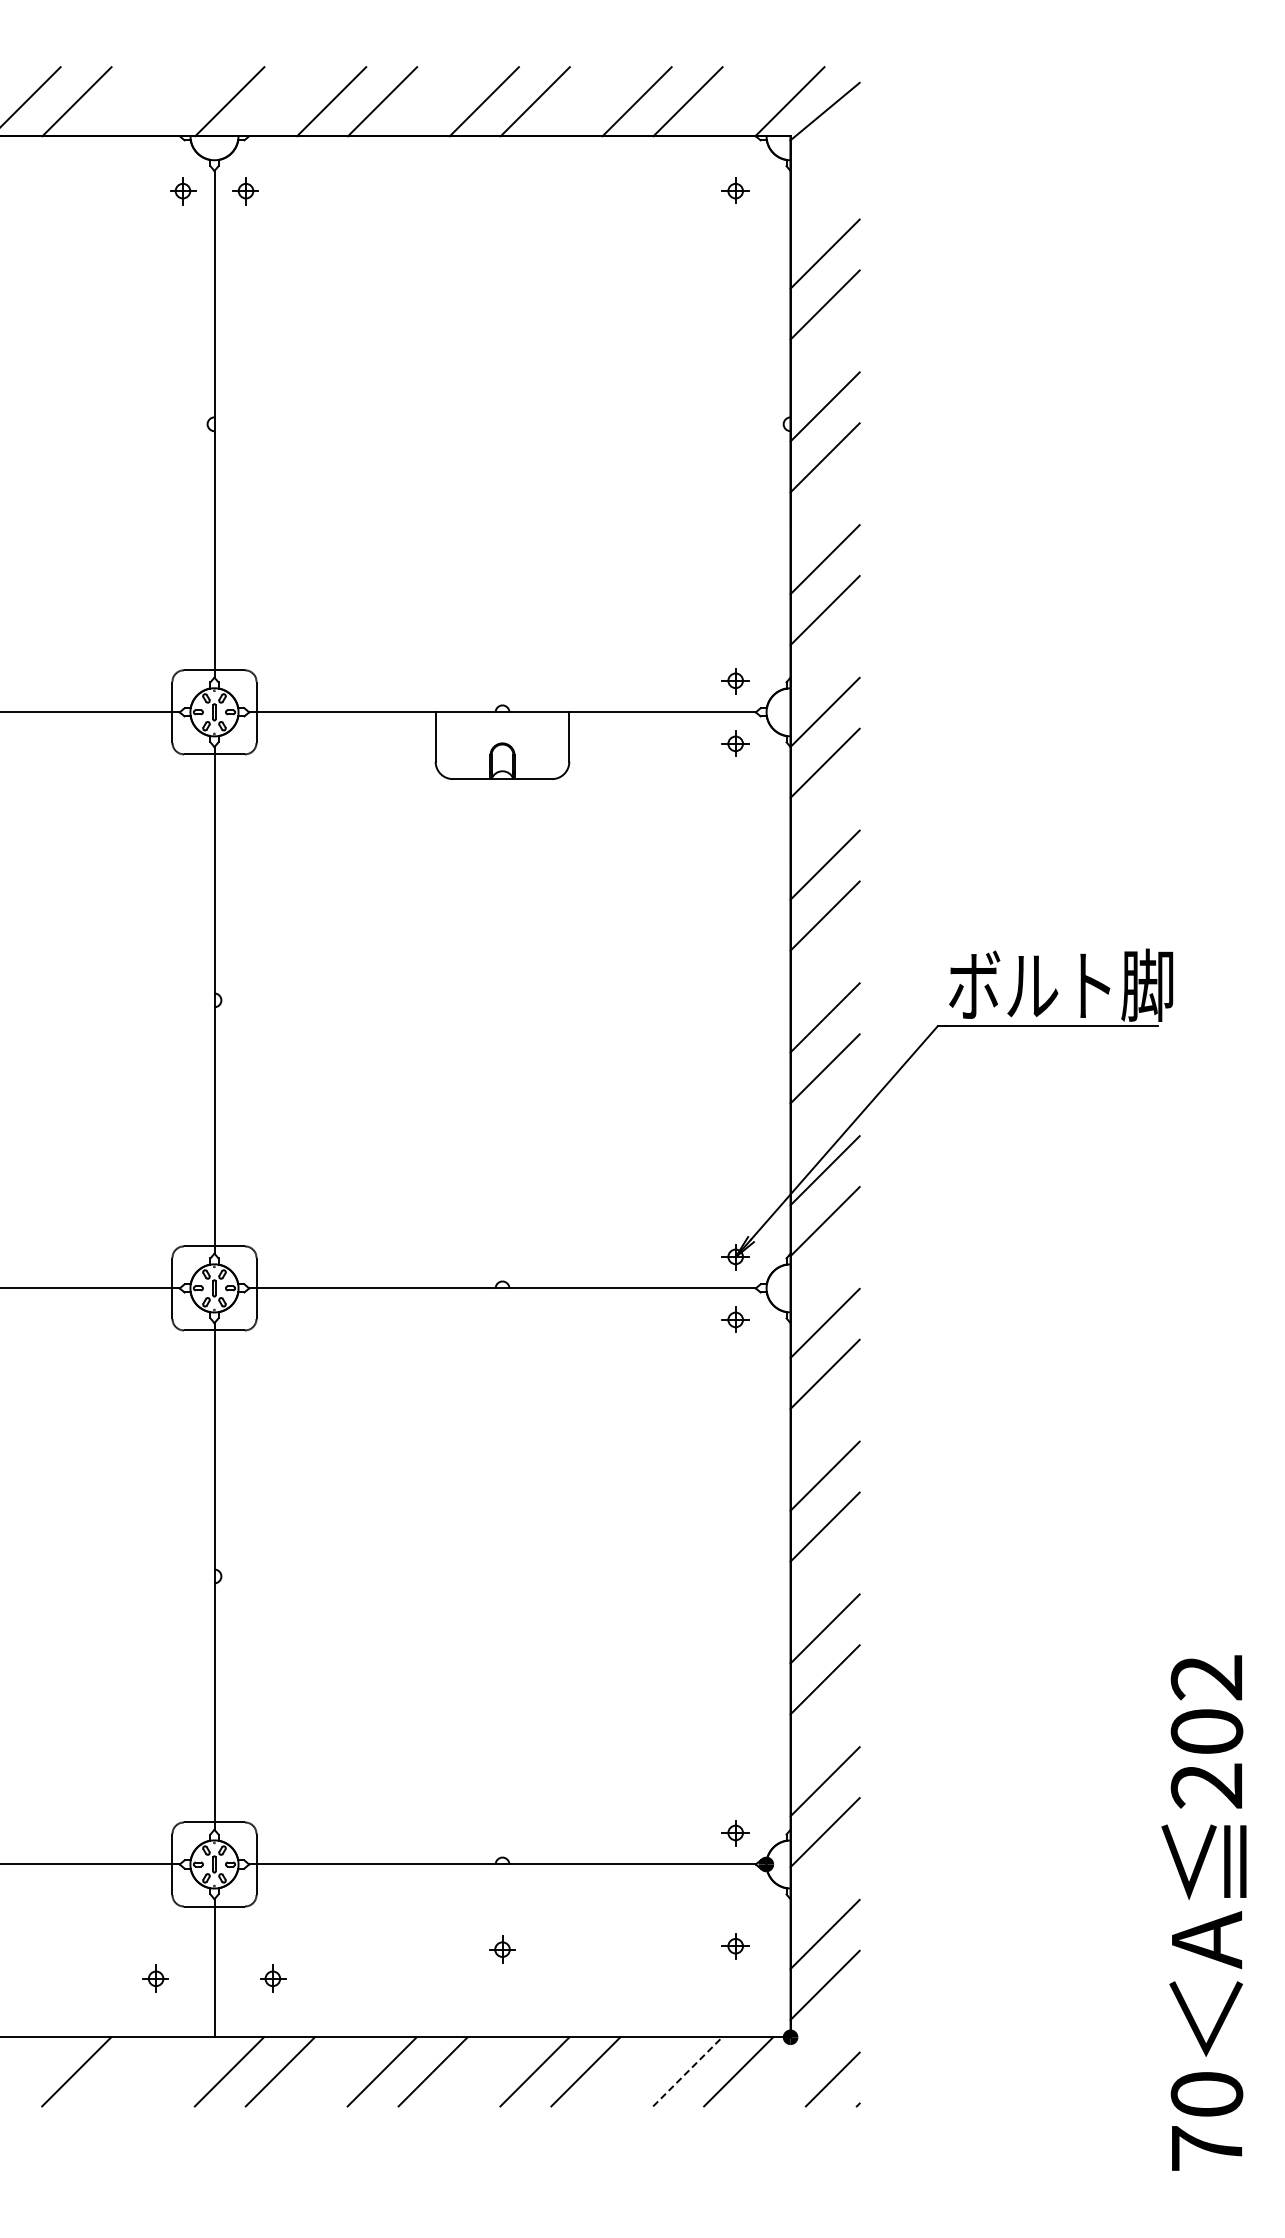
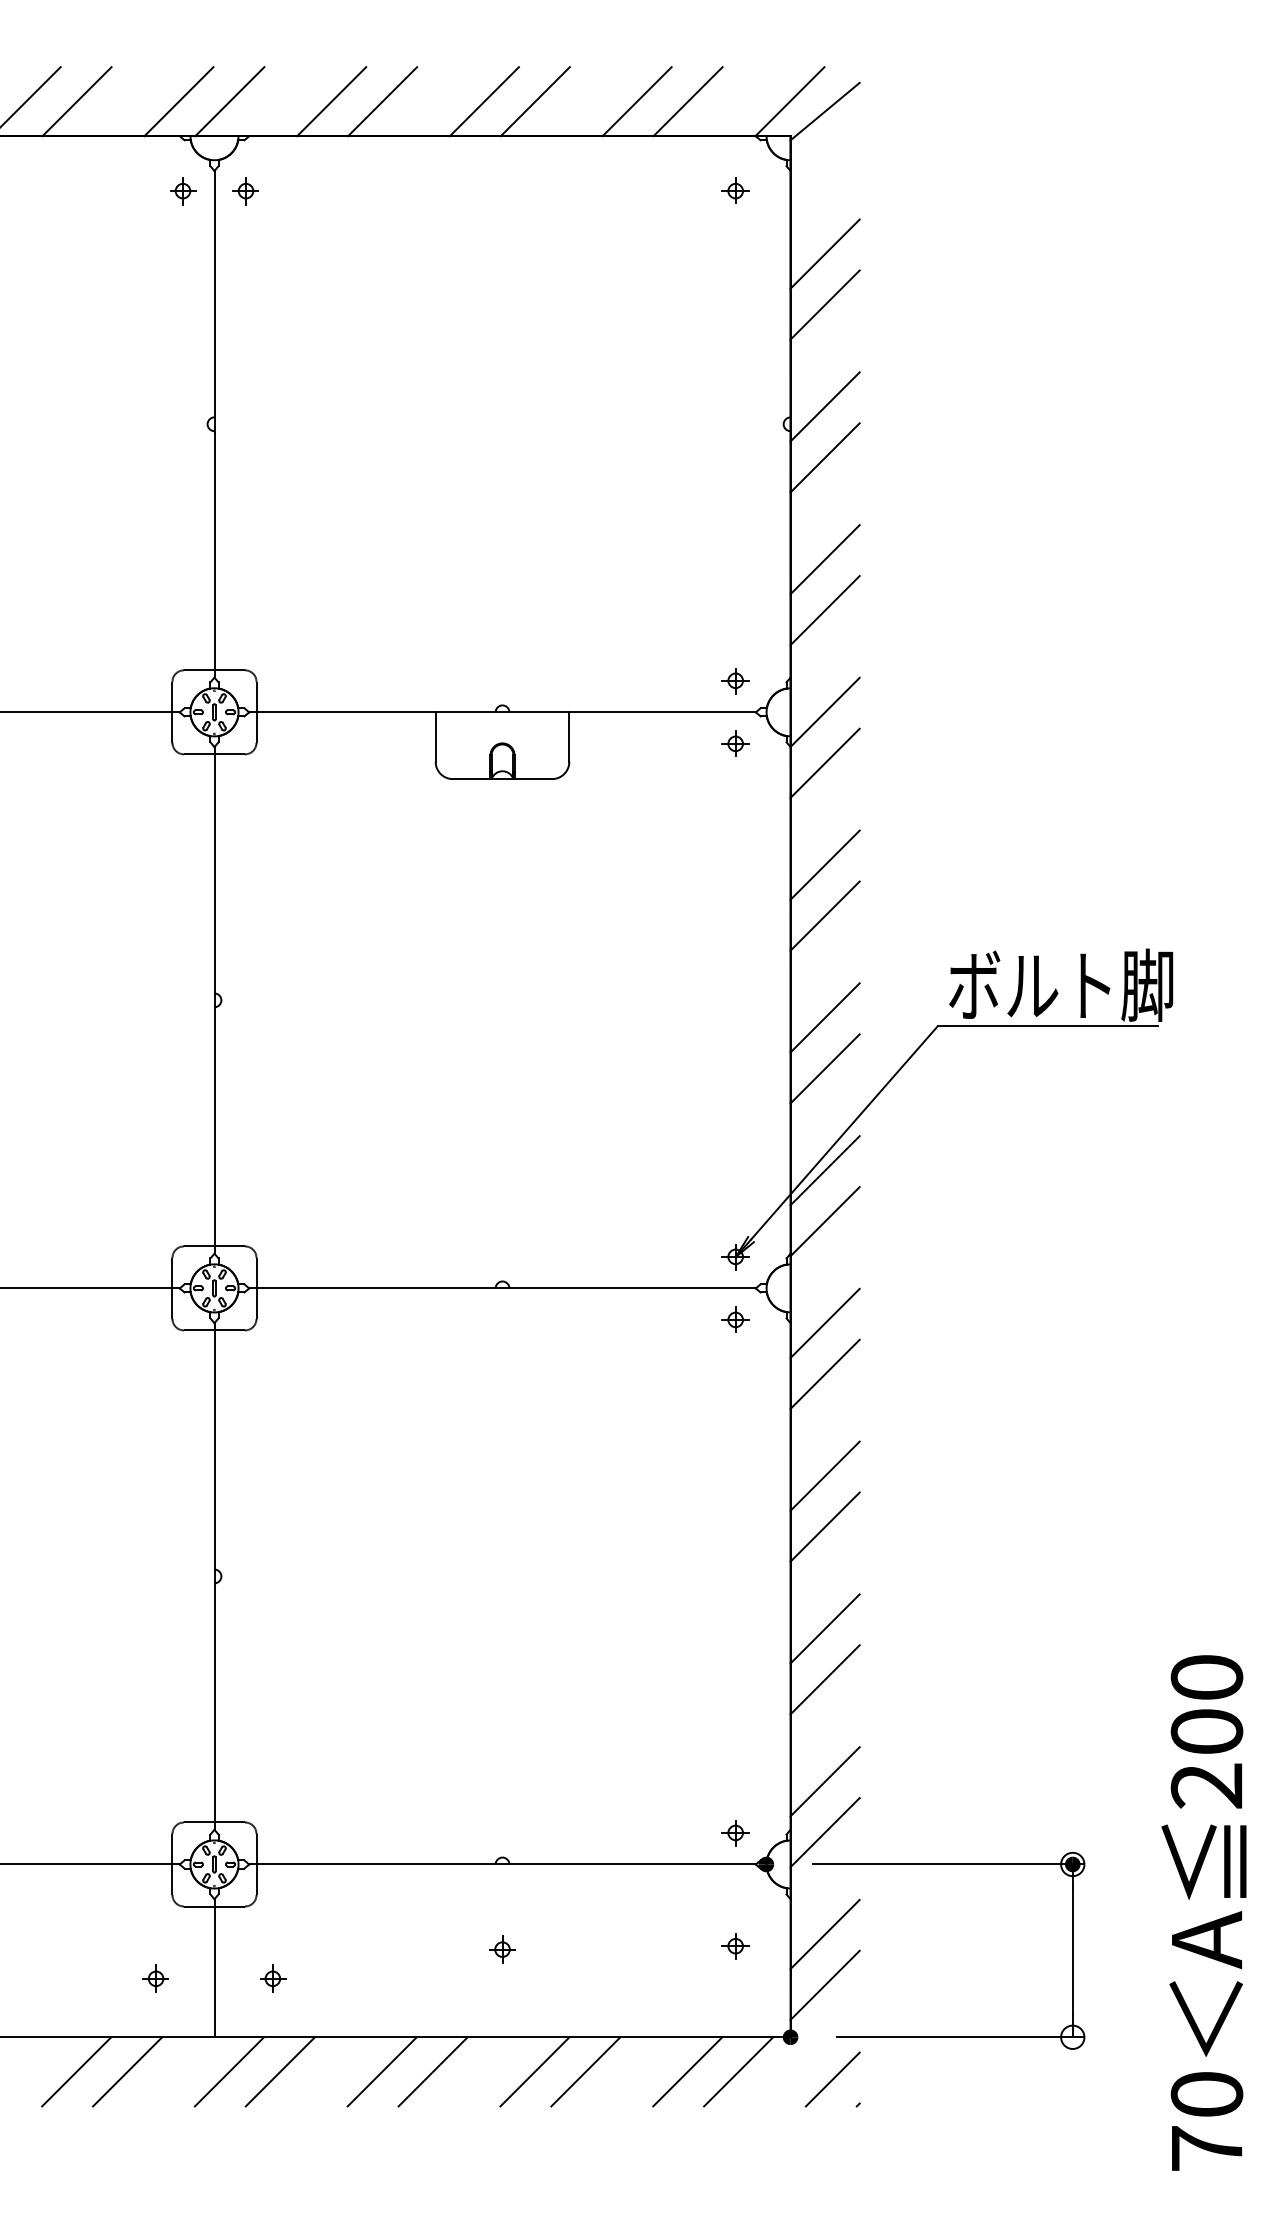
line at (178, 101): none -> present
text at (1206, 1677): 202 -> 200
part at (948, 1864): none -> present
line at (127, 2071): none -> present
line at (687, 2071): dashed -> solid
